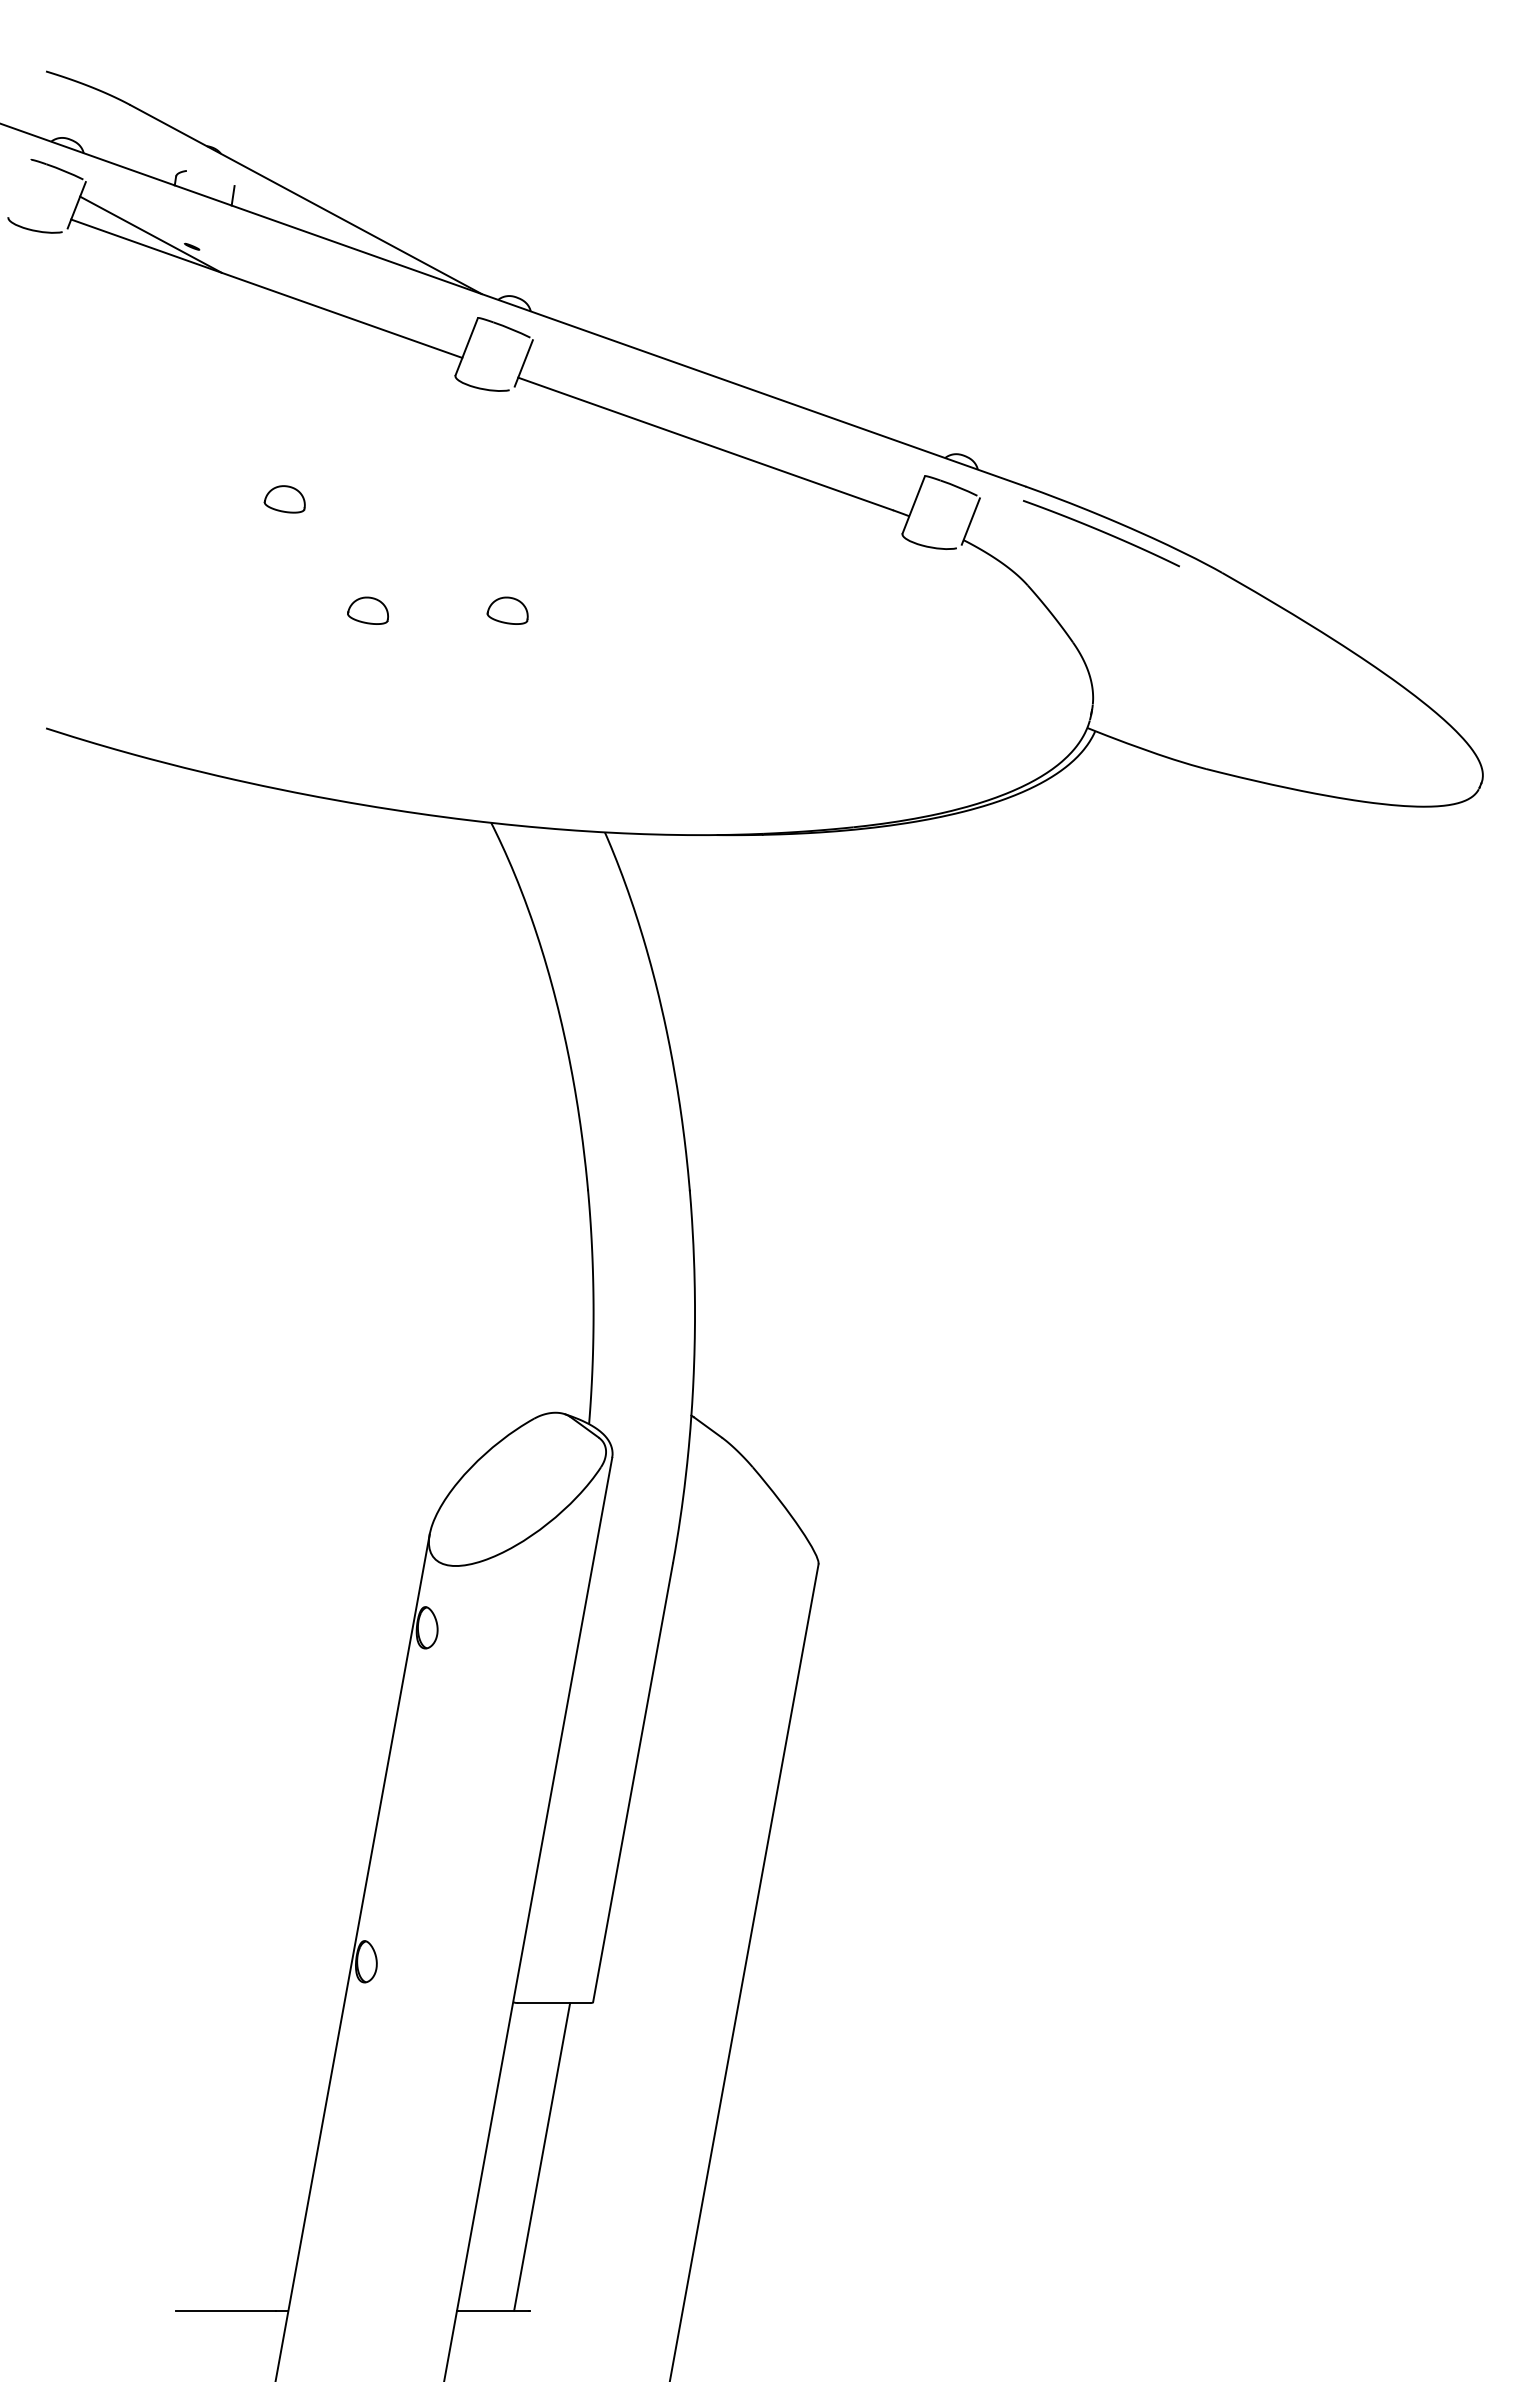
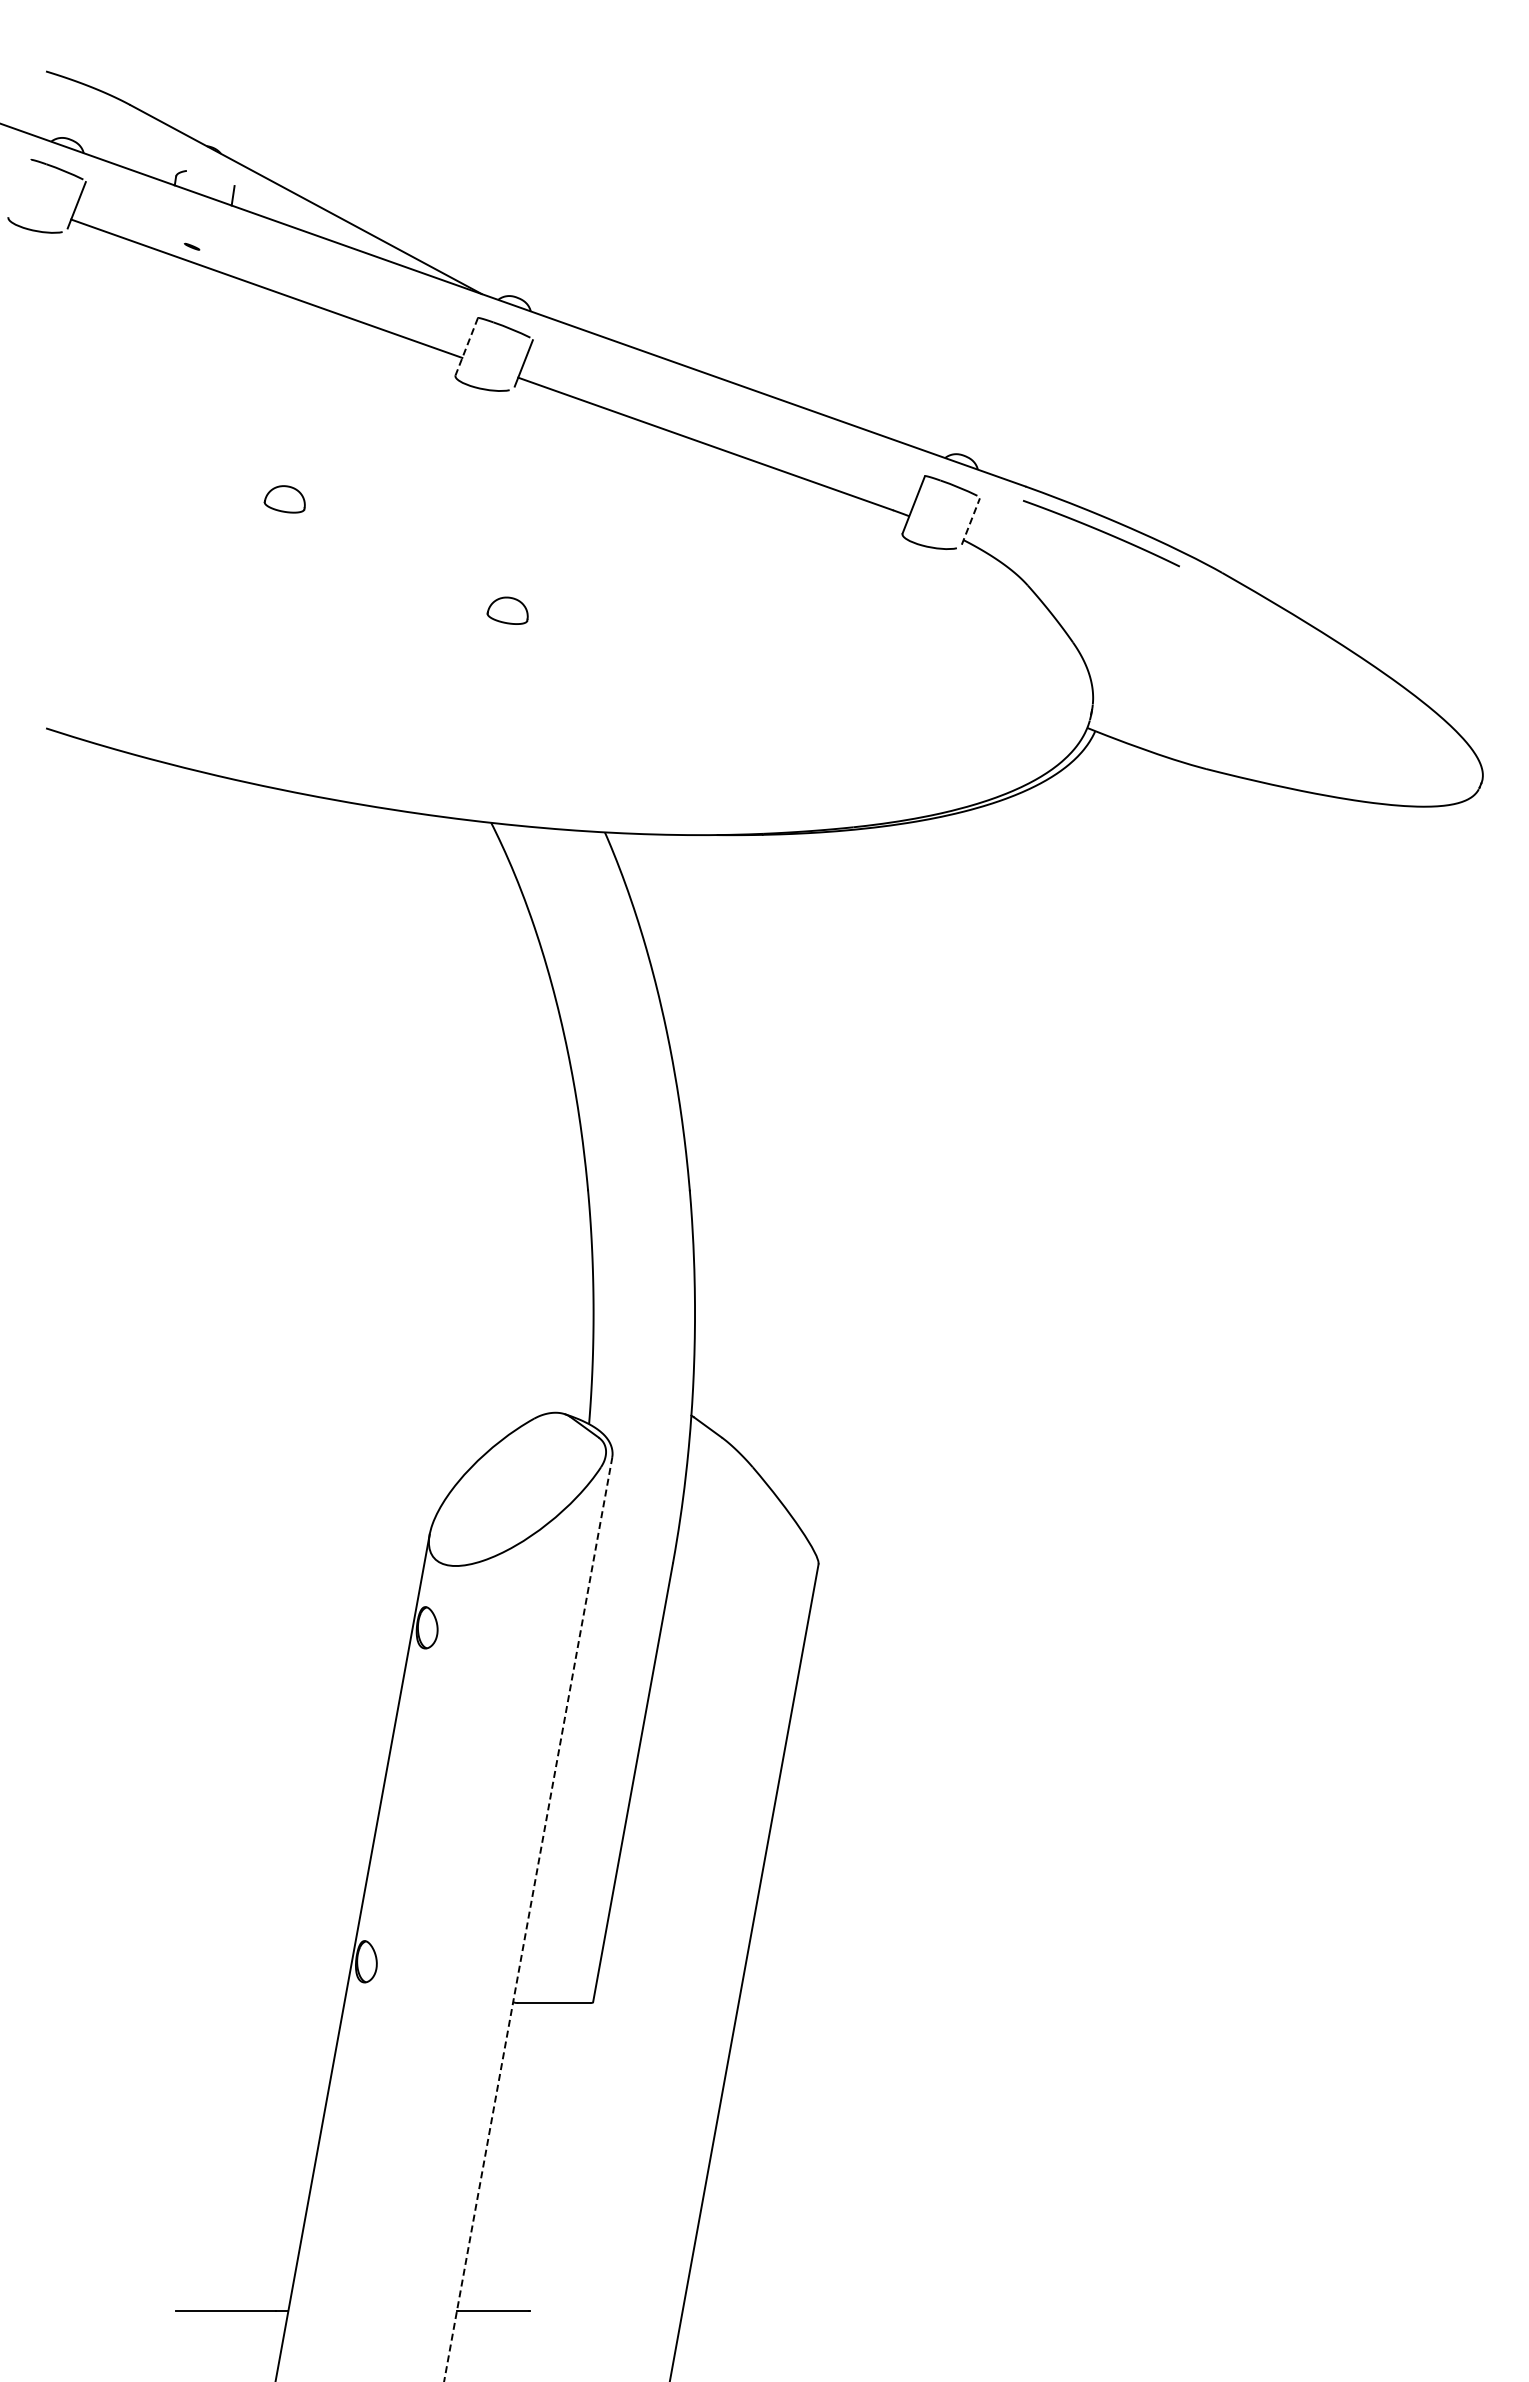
line at (150, 234): present -> none
line at (466, 346): solid -> dashed
line at (970, 521): solid -> dashed
part at (367, 610): present -> none
line at (528, 1919): solid -> dashed
line at (542, 2156): present -> none
